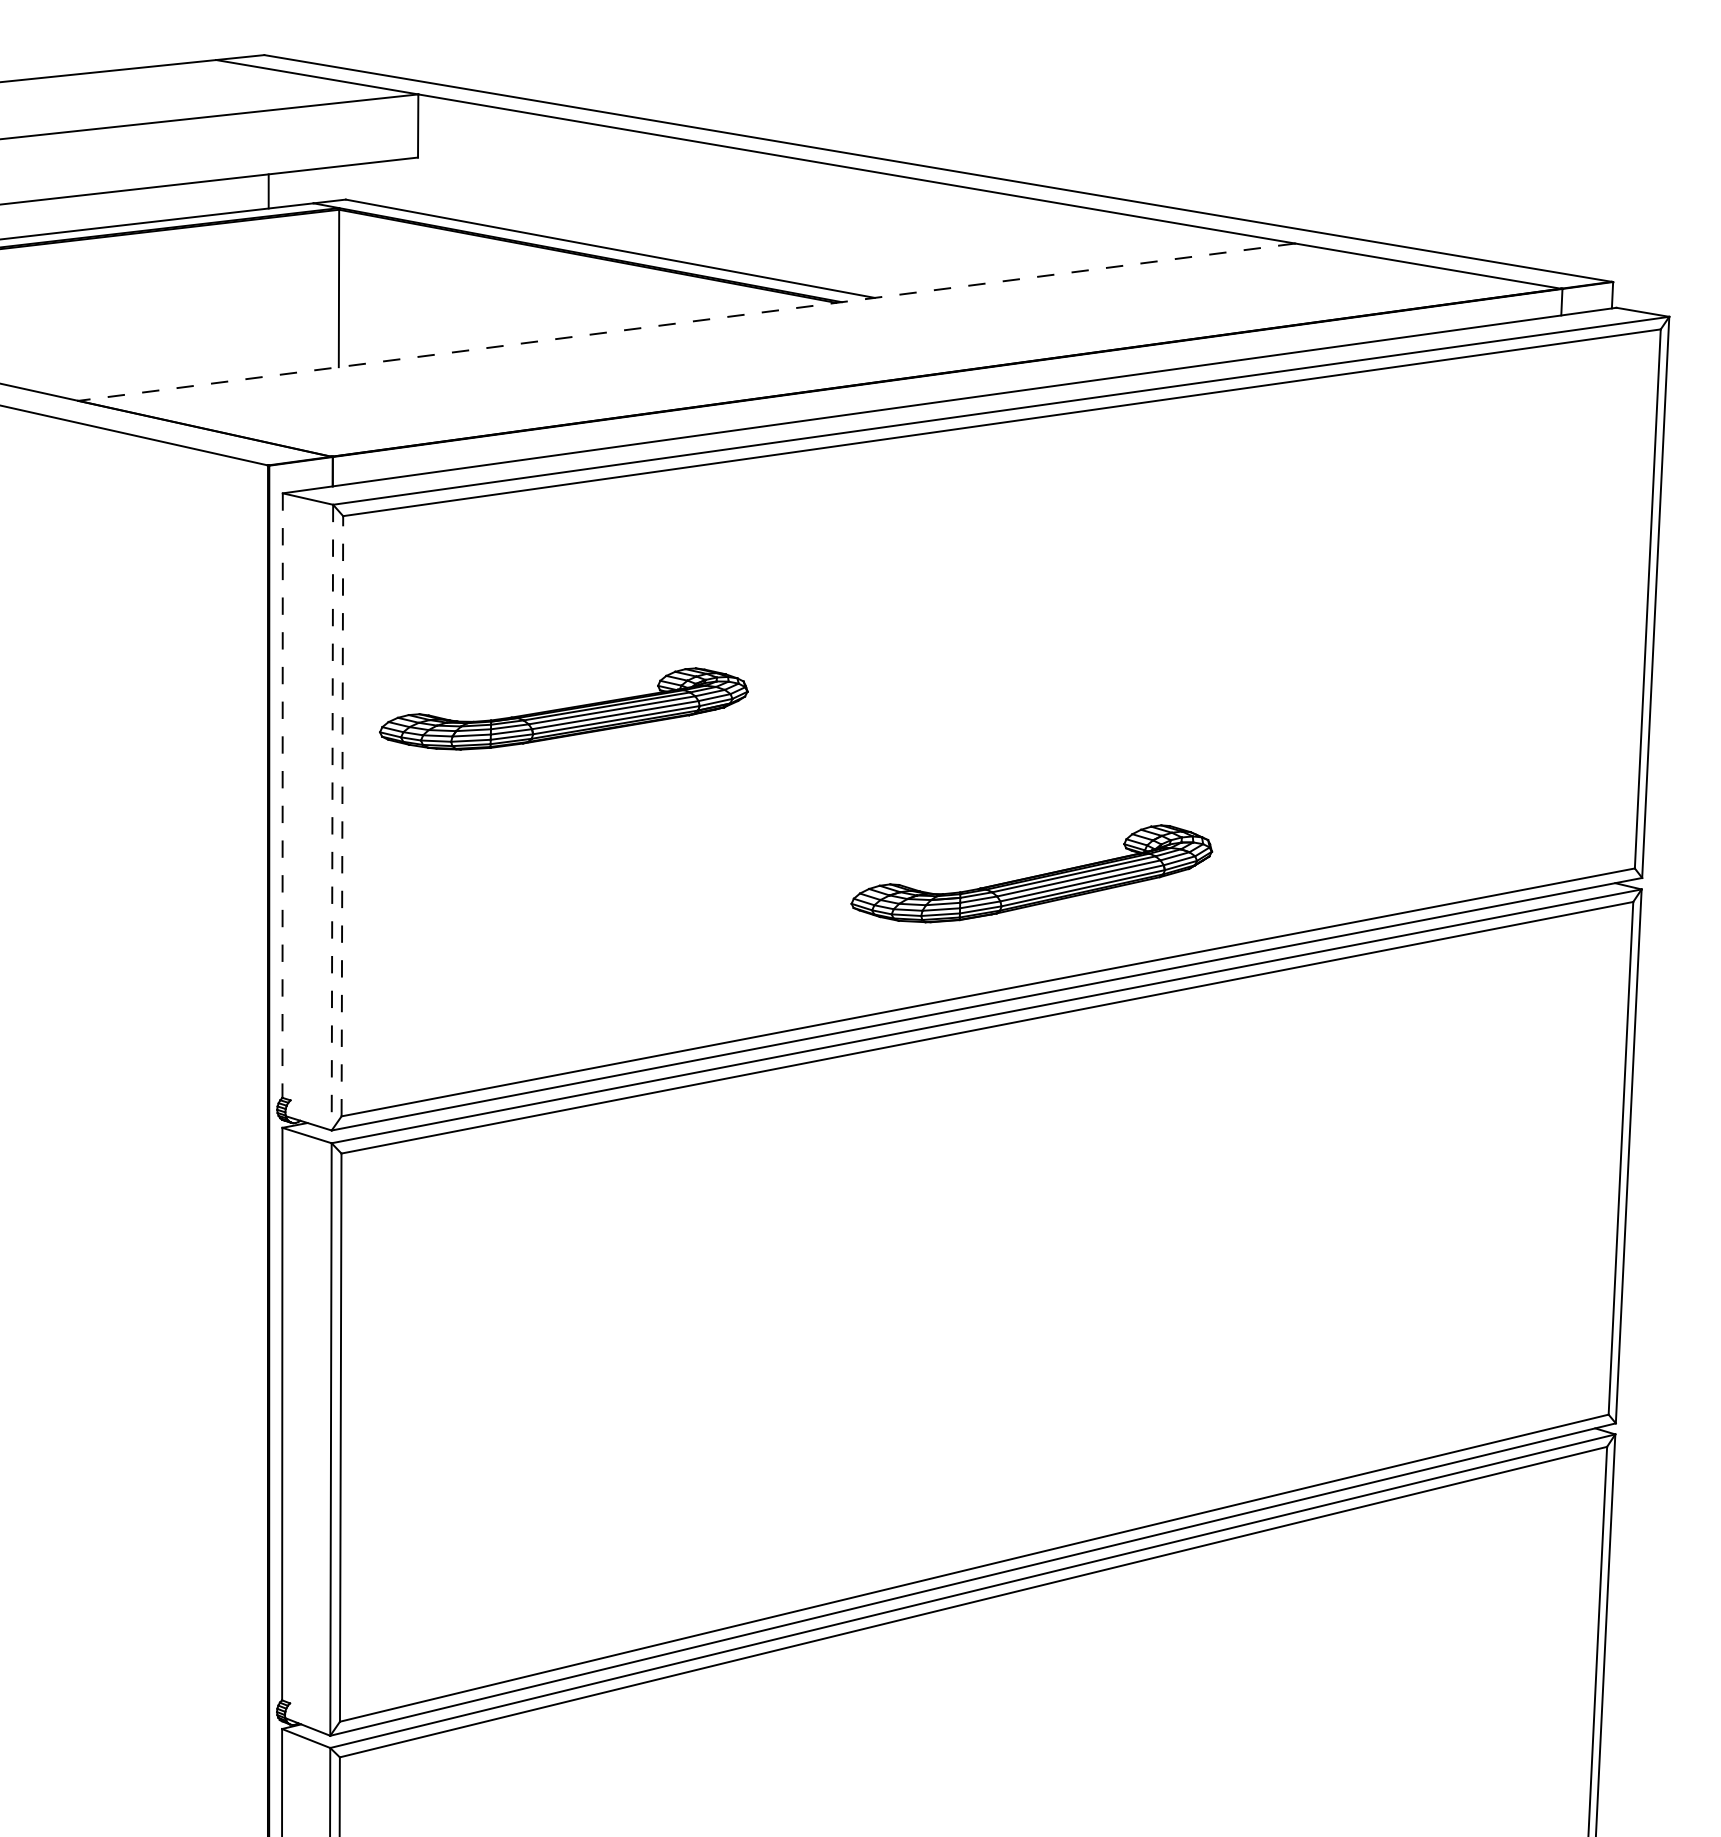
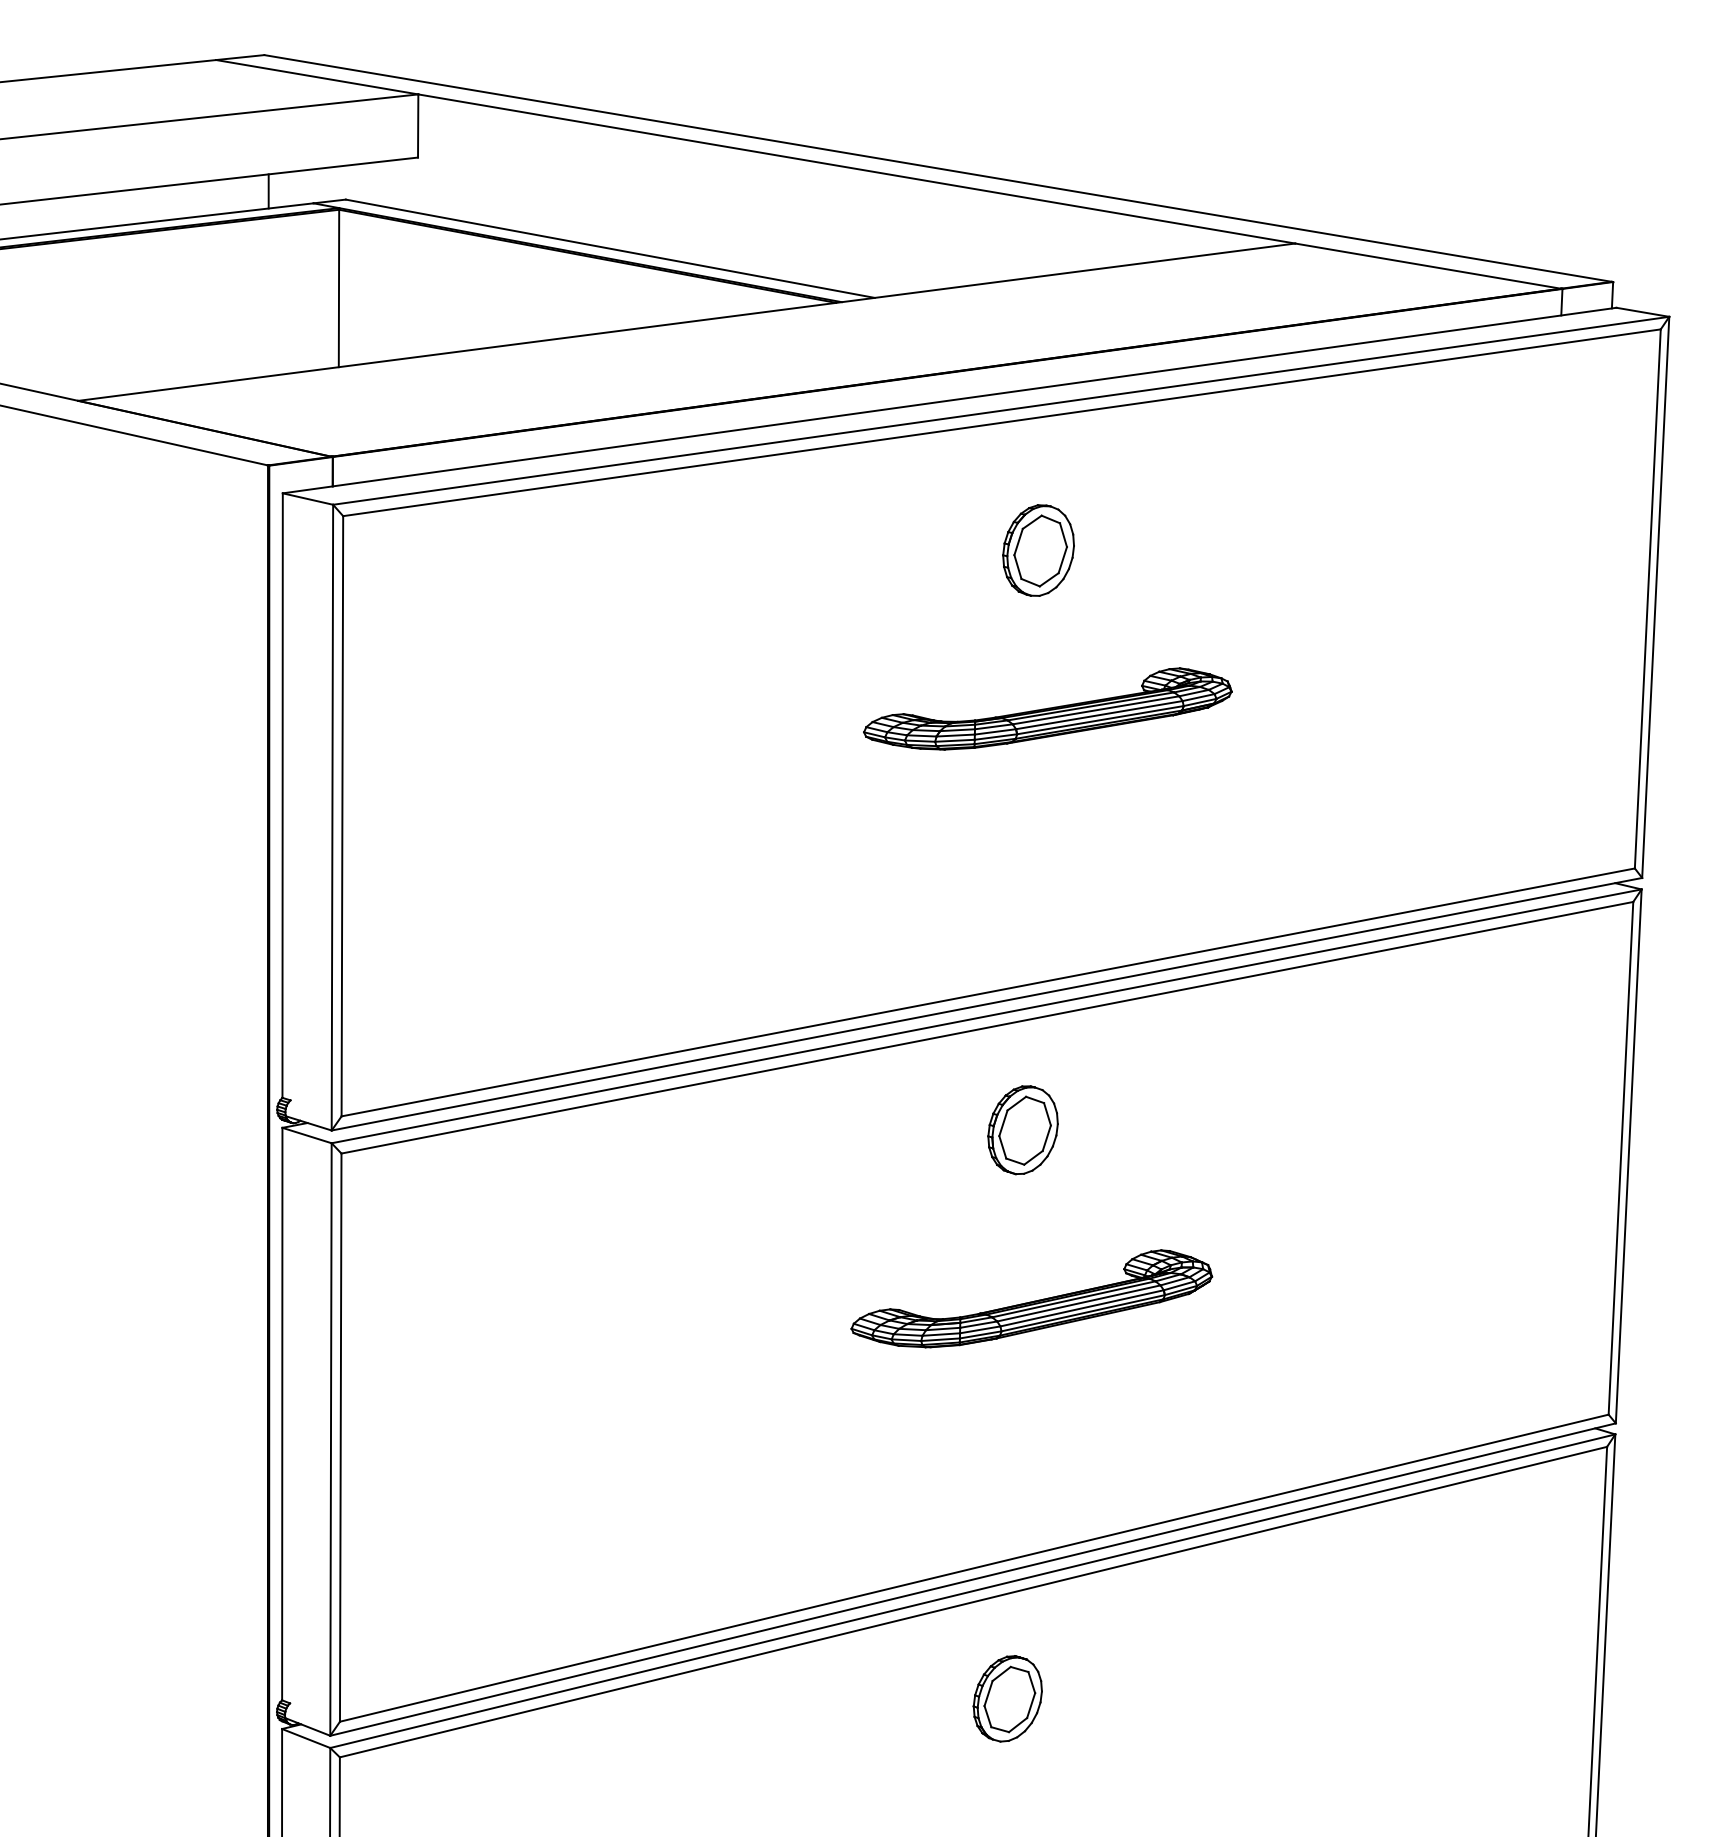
line at (686, 322): dashed -> solid
part at (1038, 550): none -> present
part at (563, 708) position: (563, 708) -> (1047, 708)
line at (282, 796): dashed -> solid
line at (342, 815): dashed -> solid
line at (332, 817): dashed -> solid
part at (1031, 873) position: (1031, 873) -> (1031, 1298)
part at (1022, 1130): none -> present
part at (1007, 1698): none -> present
